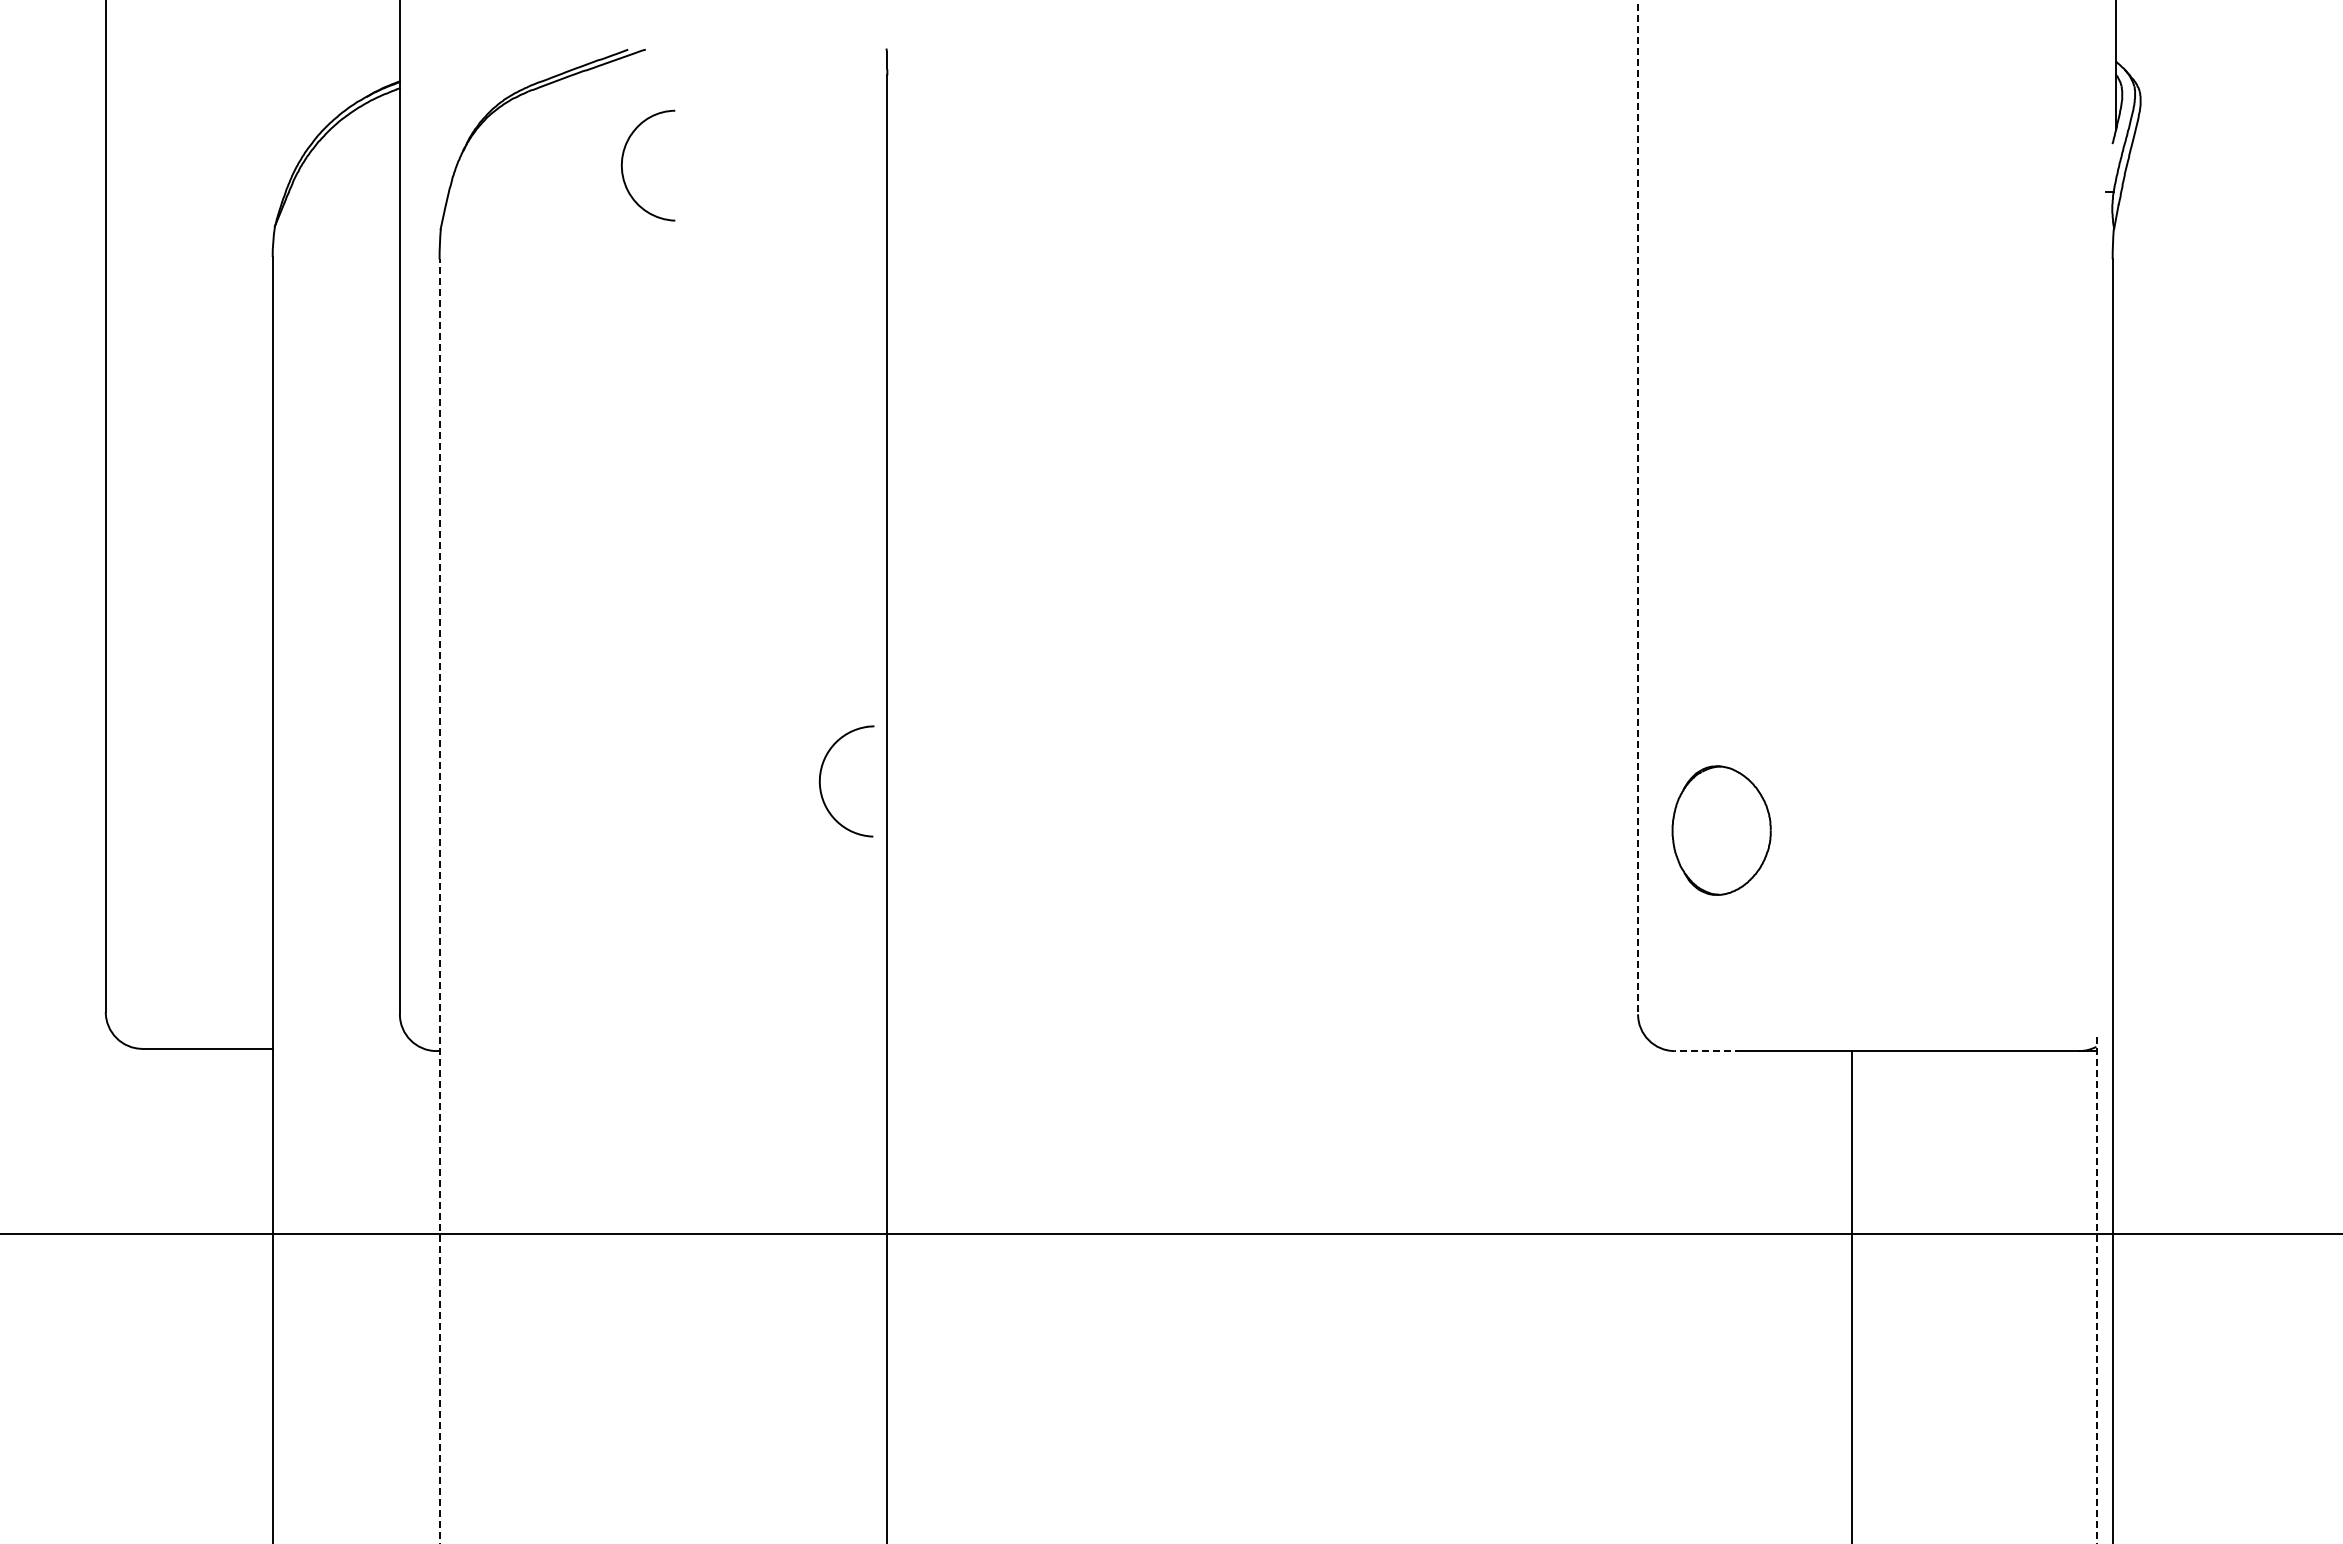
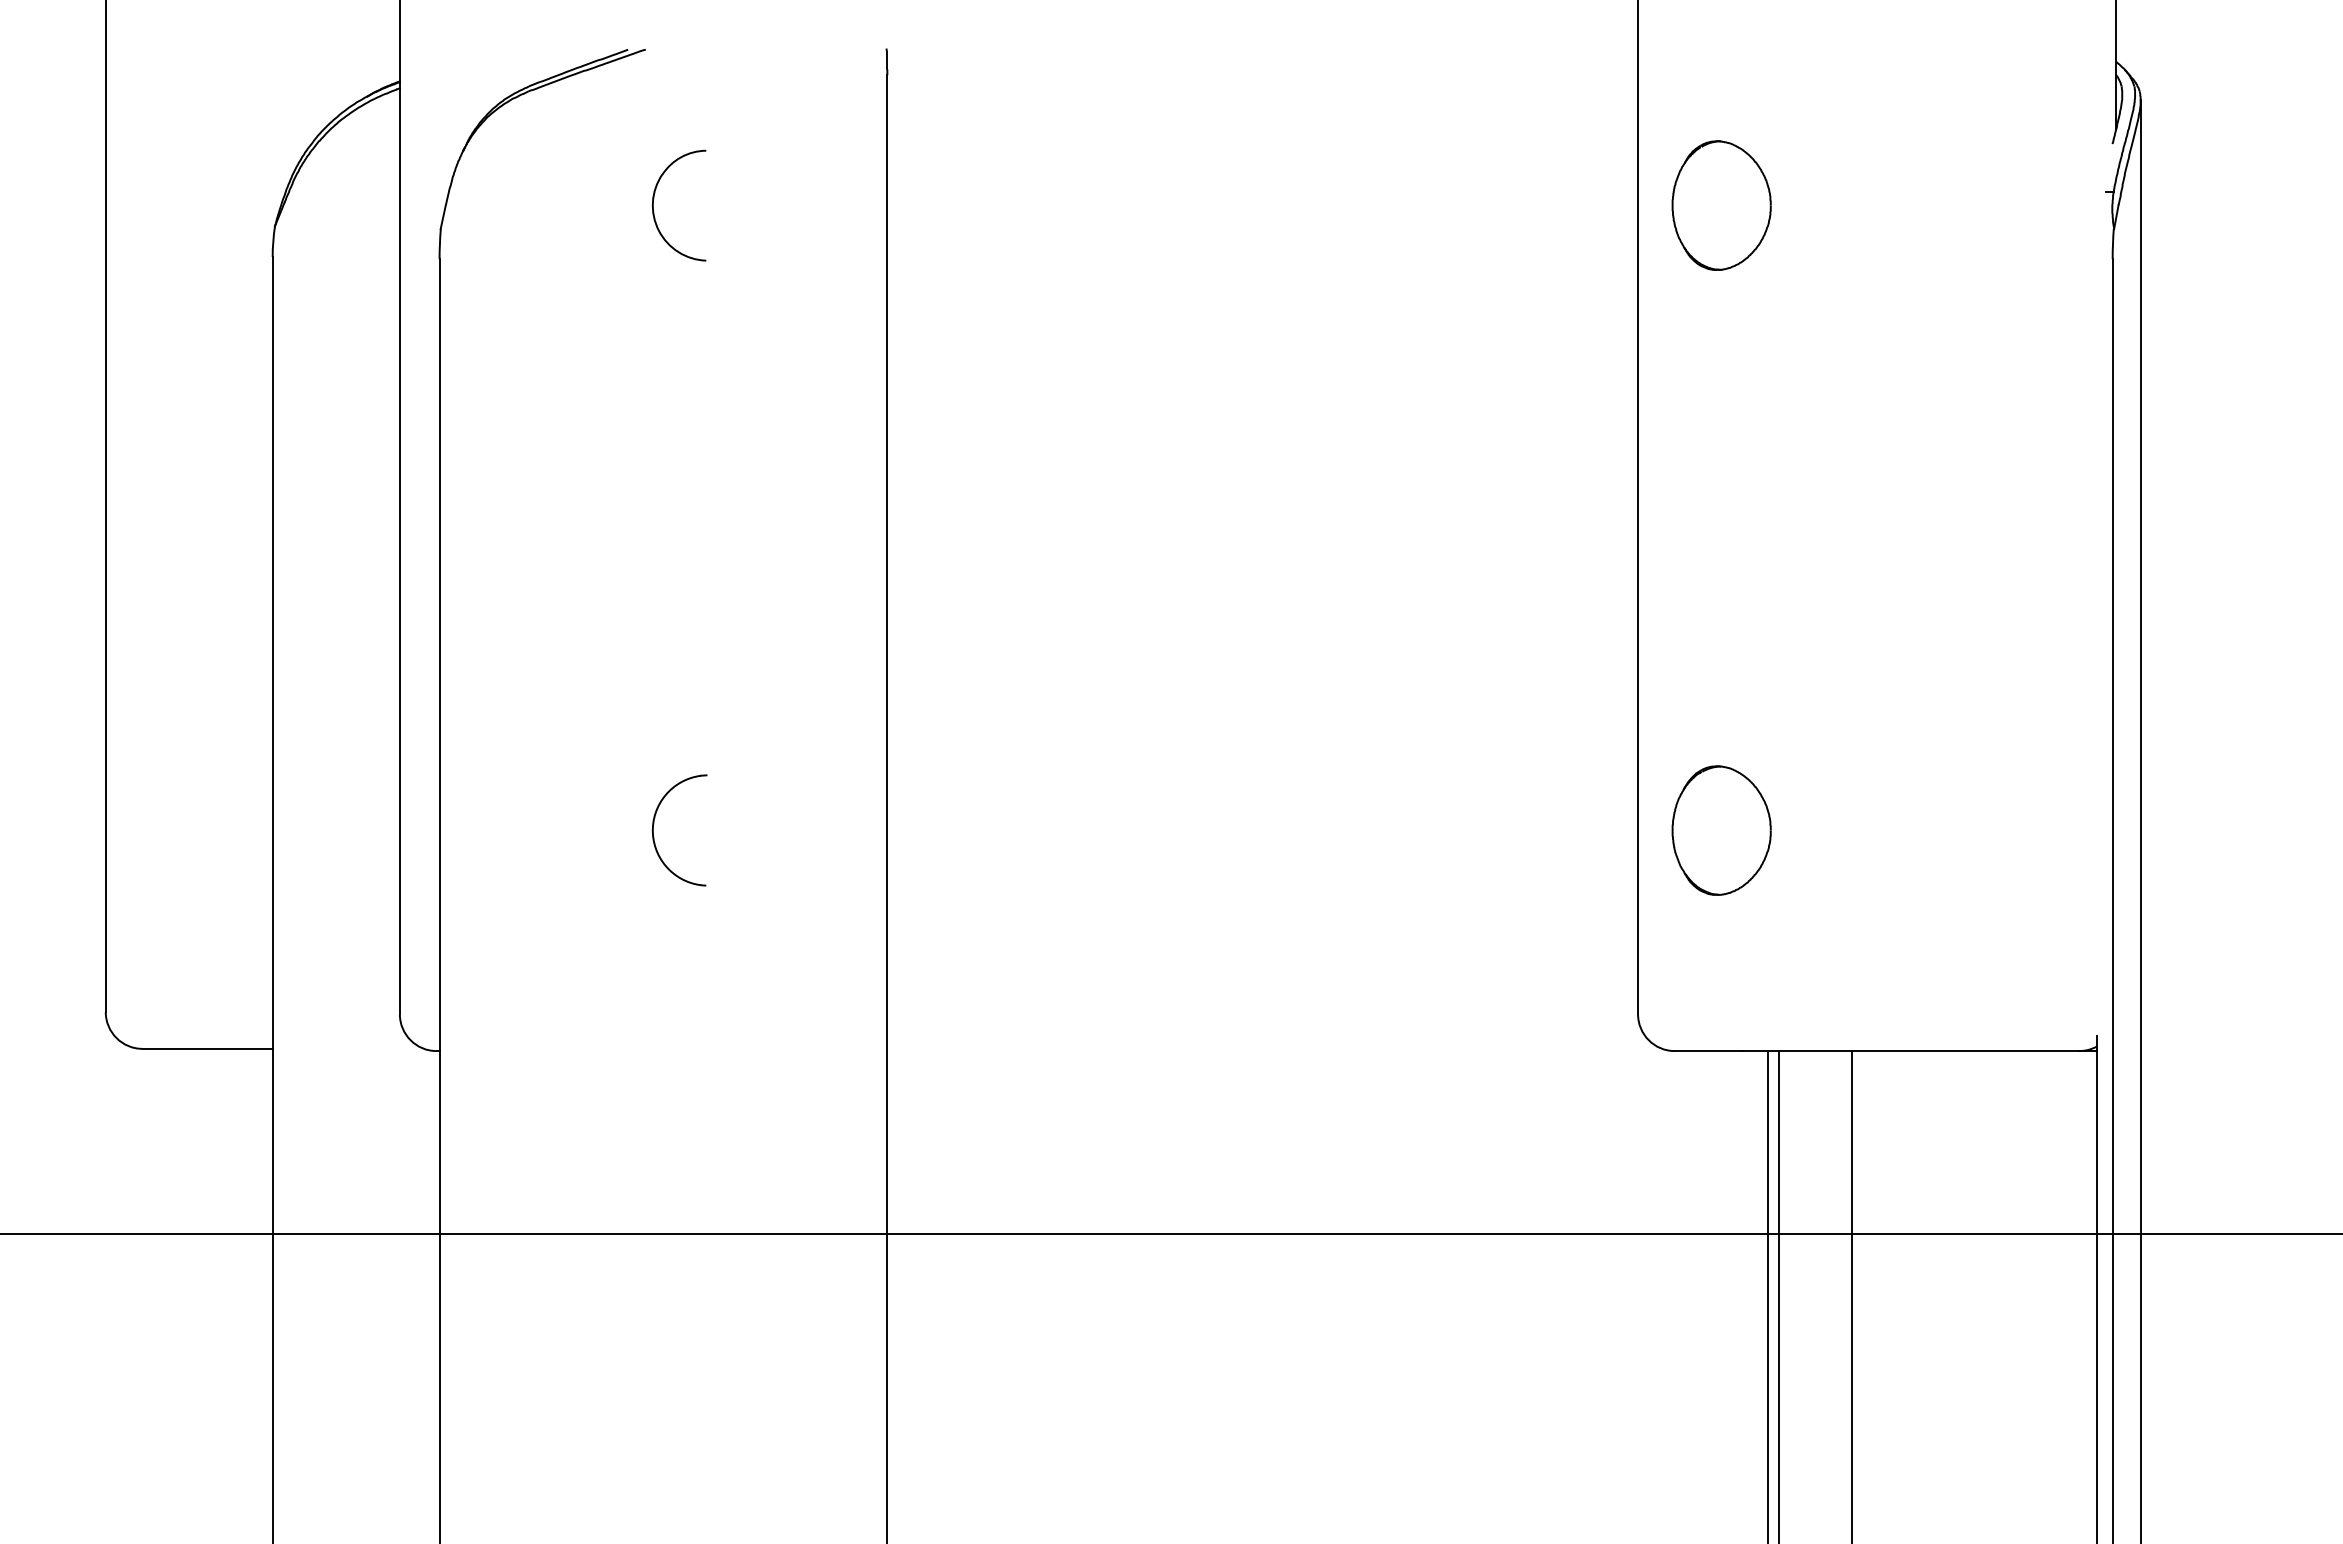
part at (623, 159) position: (623, 159) -> (654, 199)
part at (1721, 205): none -> present
line at (1638, 508): dashed -> solid
part at (821, 774) position: (821, 774) -> (654, 823)
line at (2140, 820): none -> present
line at (439, 901): dashed -> solid
line at (1707, 1051): dashed -> solid
line at (2096, 1289): dashed -> solid
line at (1768, 1295): none -> present
line at (1778, 1295): none -> present
